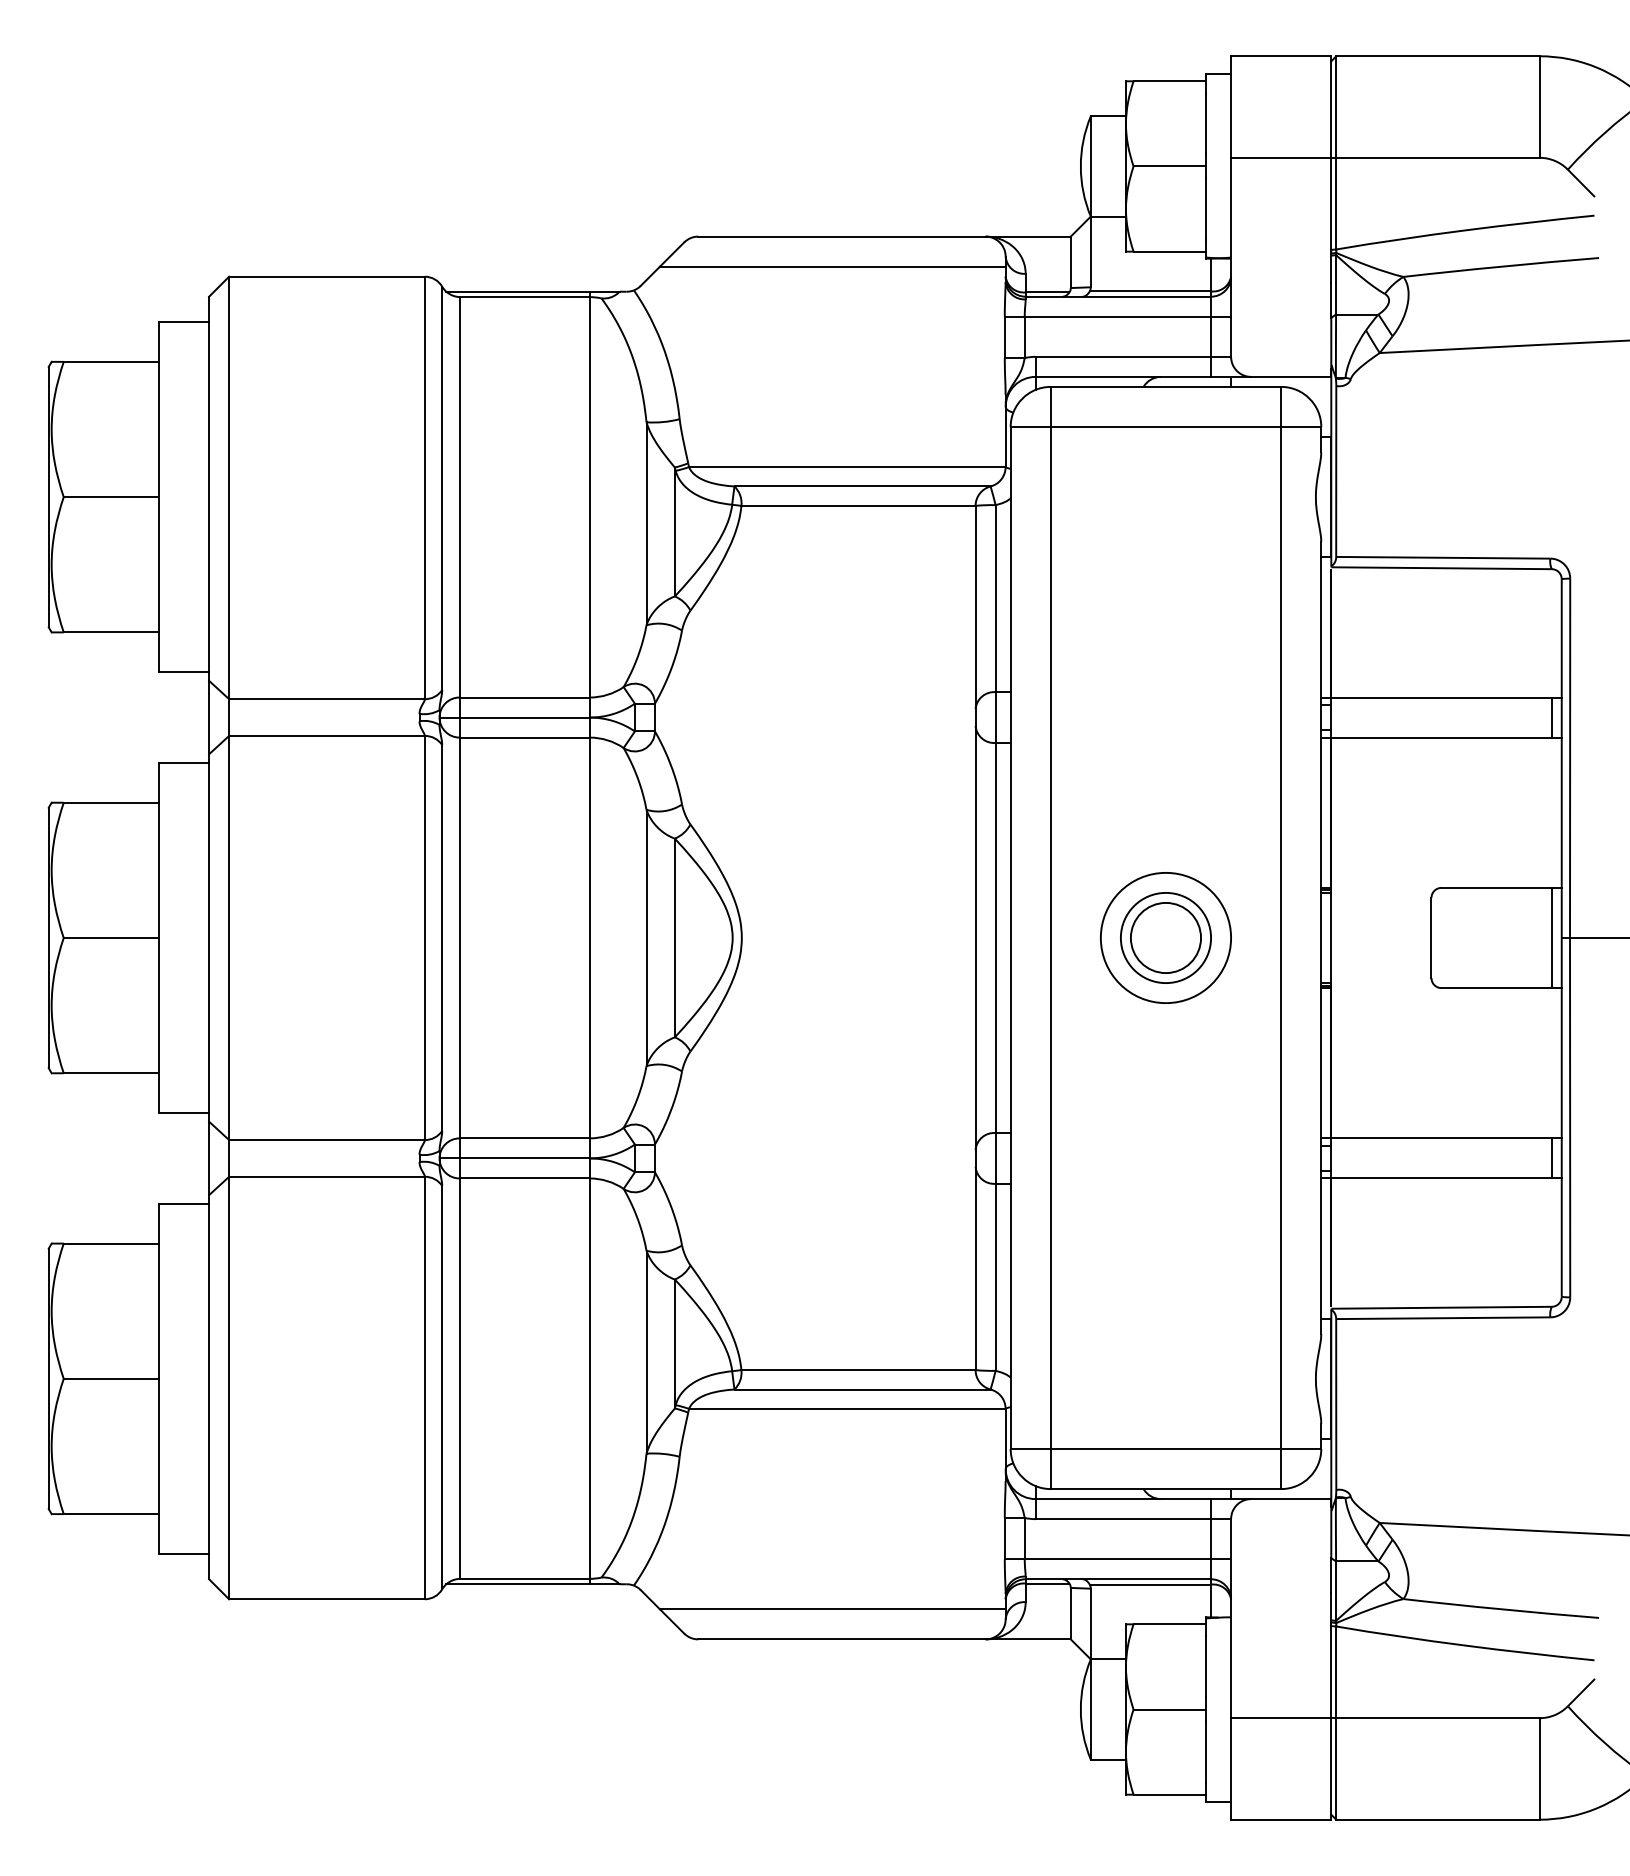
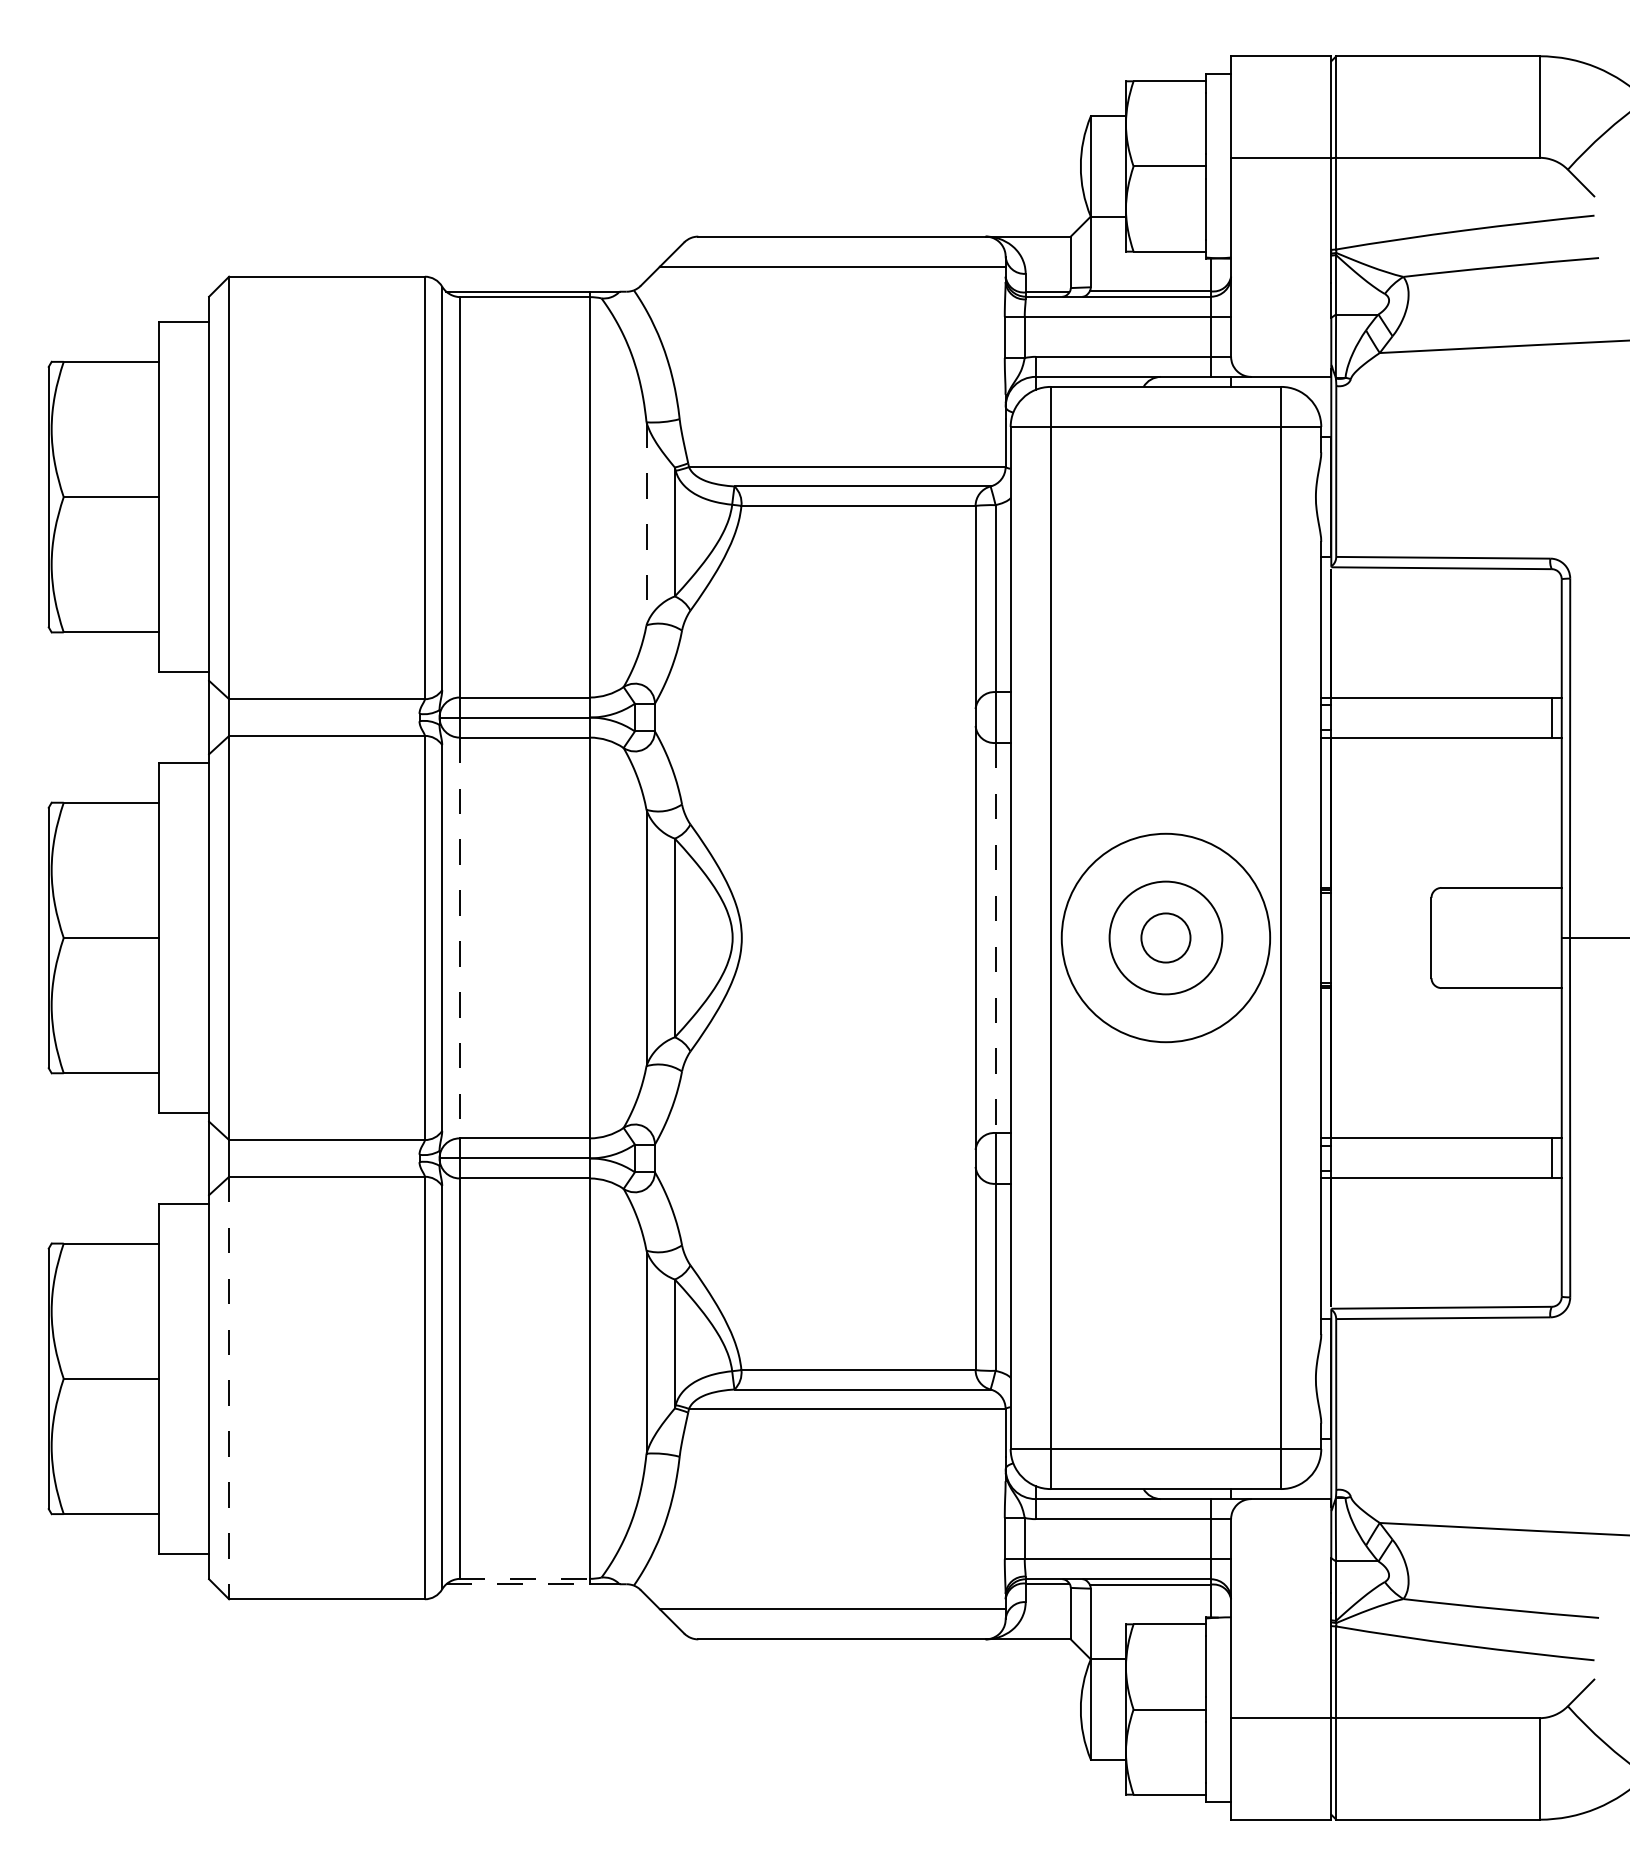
line at (646, 524): solid -> dashed
circle at (1165, 937) diameter: 130 px -> 208 px
circle at (1165, 937) diameter: 70 px -> 49 px
circle at (1165, 937) diameter: 90 px -> 113 px
line at (1551, 937): present -> none
line at (459, 938): solid -> dashed
line at (995, 938): solid -> dashed
line at (229, 1388): solid -> dashed
line at (525, 1578): solid -> dashed
line at (518, 1584): solid -> dashed
